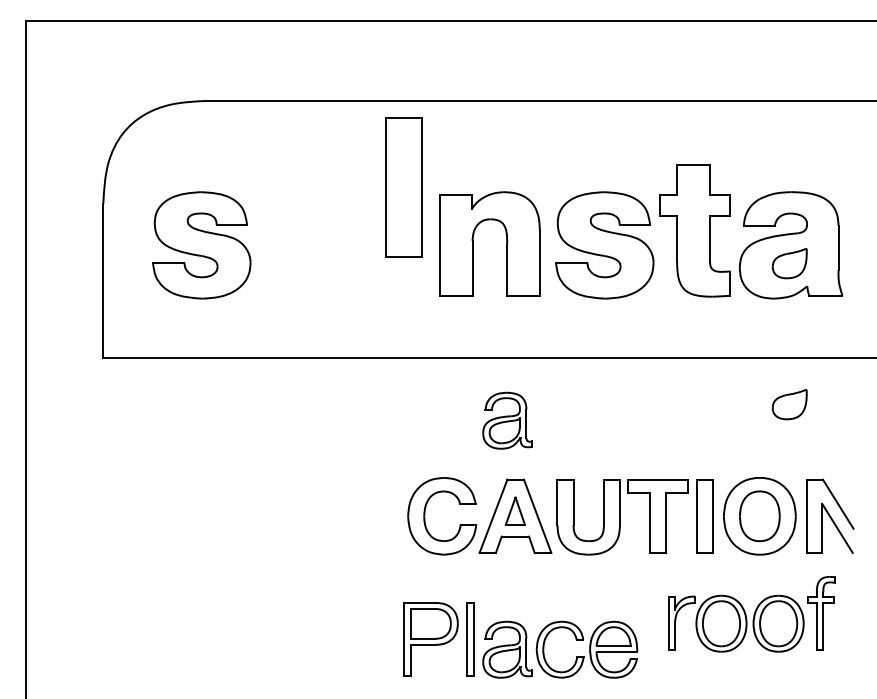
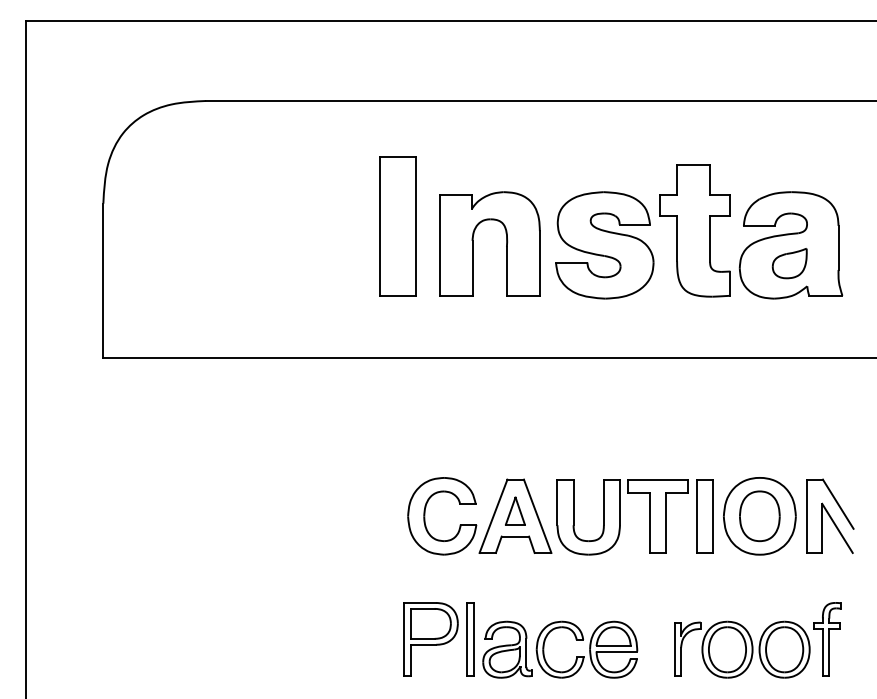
part at (403, 187) position: (403, 187) -> (397, 226)
part at (201, 245): present -> none
part at (789, 404): present -> none
part at (507, 420): present -> none
part at (751, 614) position: (751, 614) -> (757, 640)
